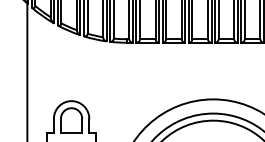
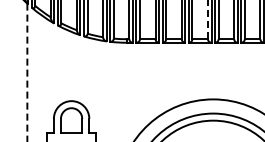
line at (207, 19): solid -> dashed
line at (27, 73): solid -> dashed
